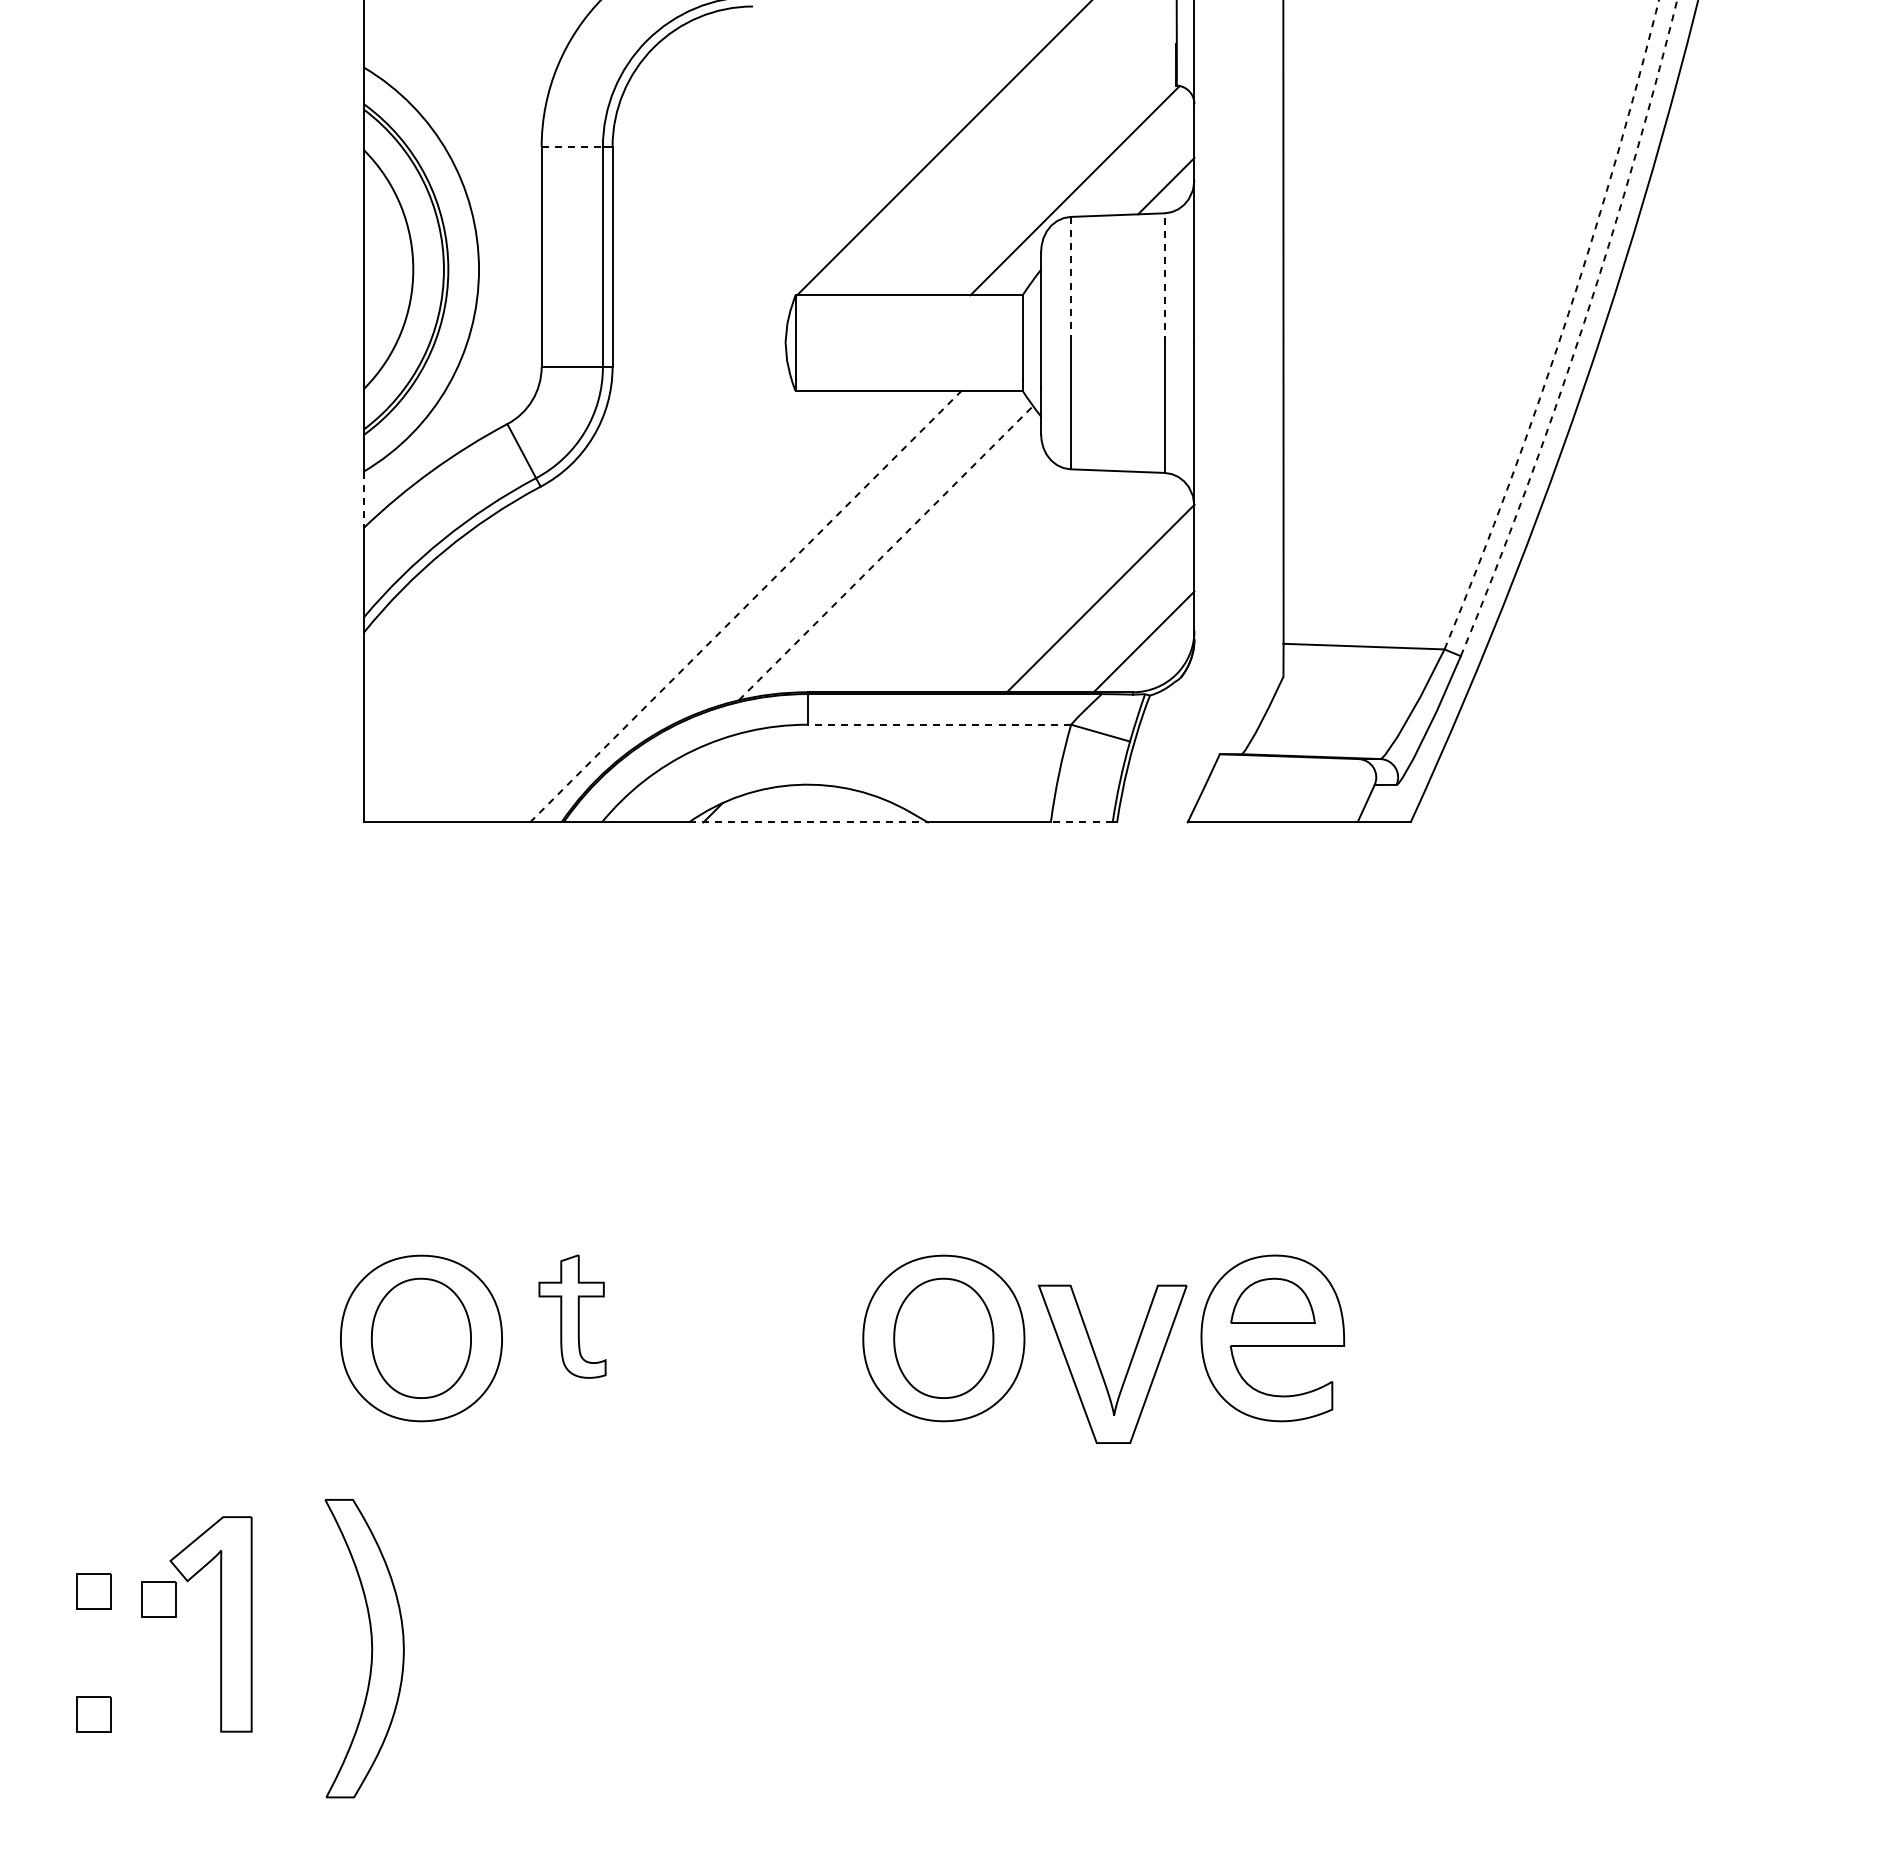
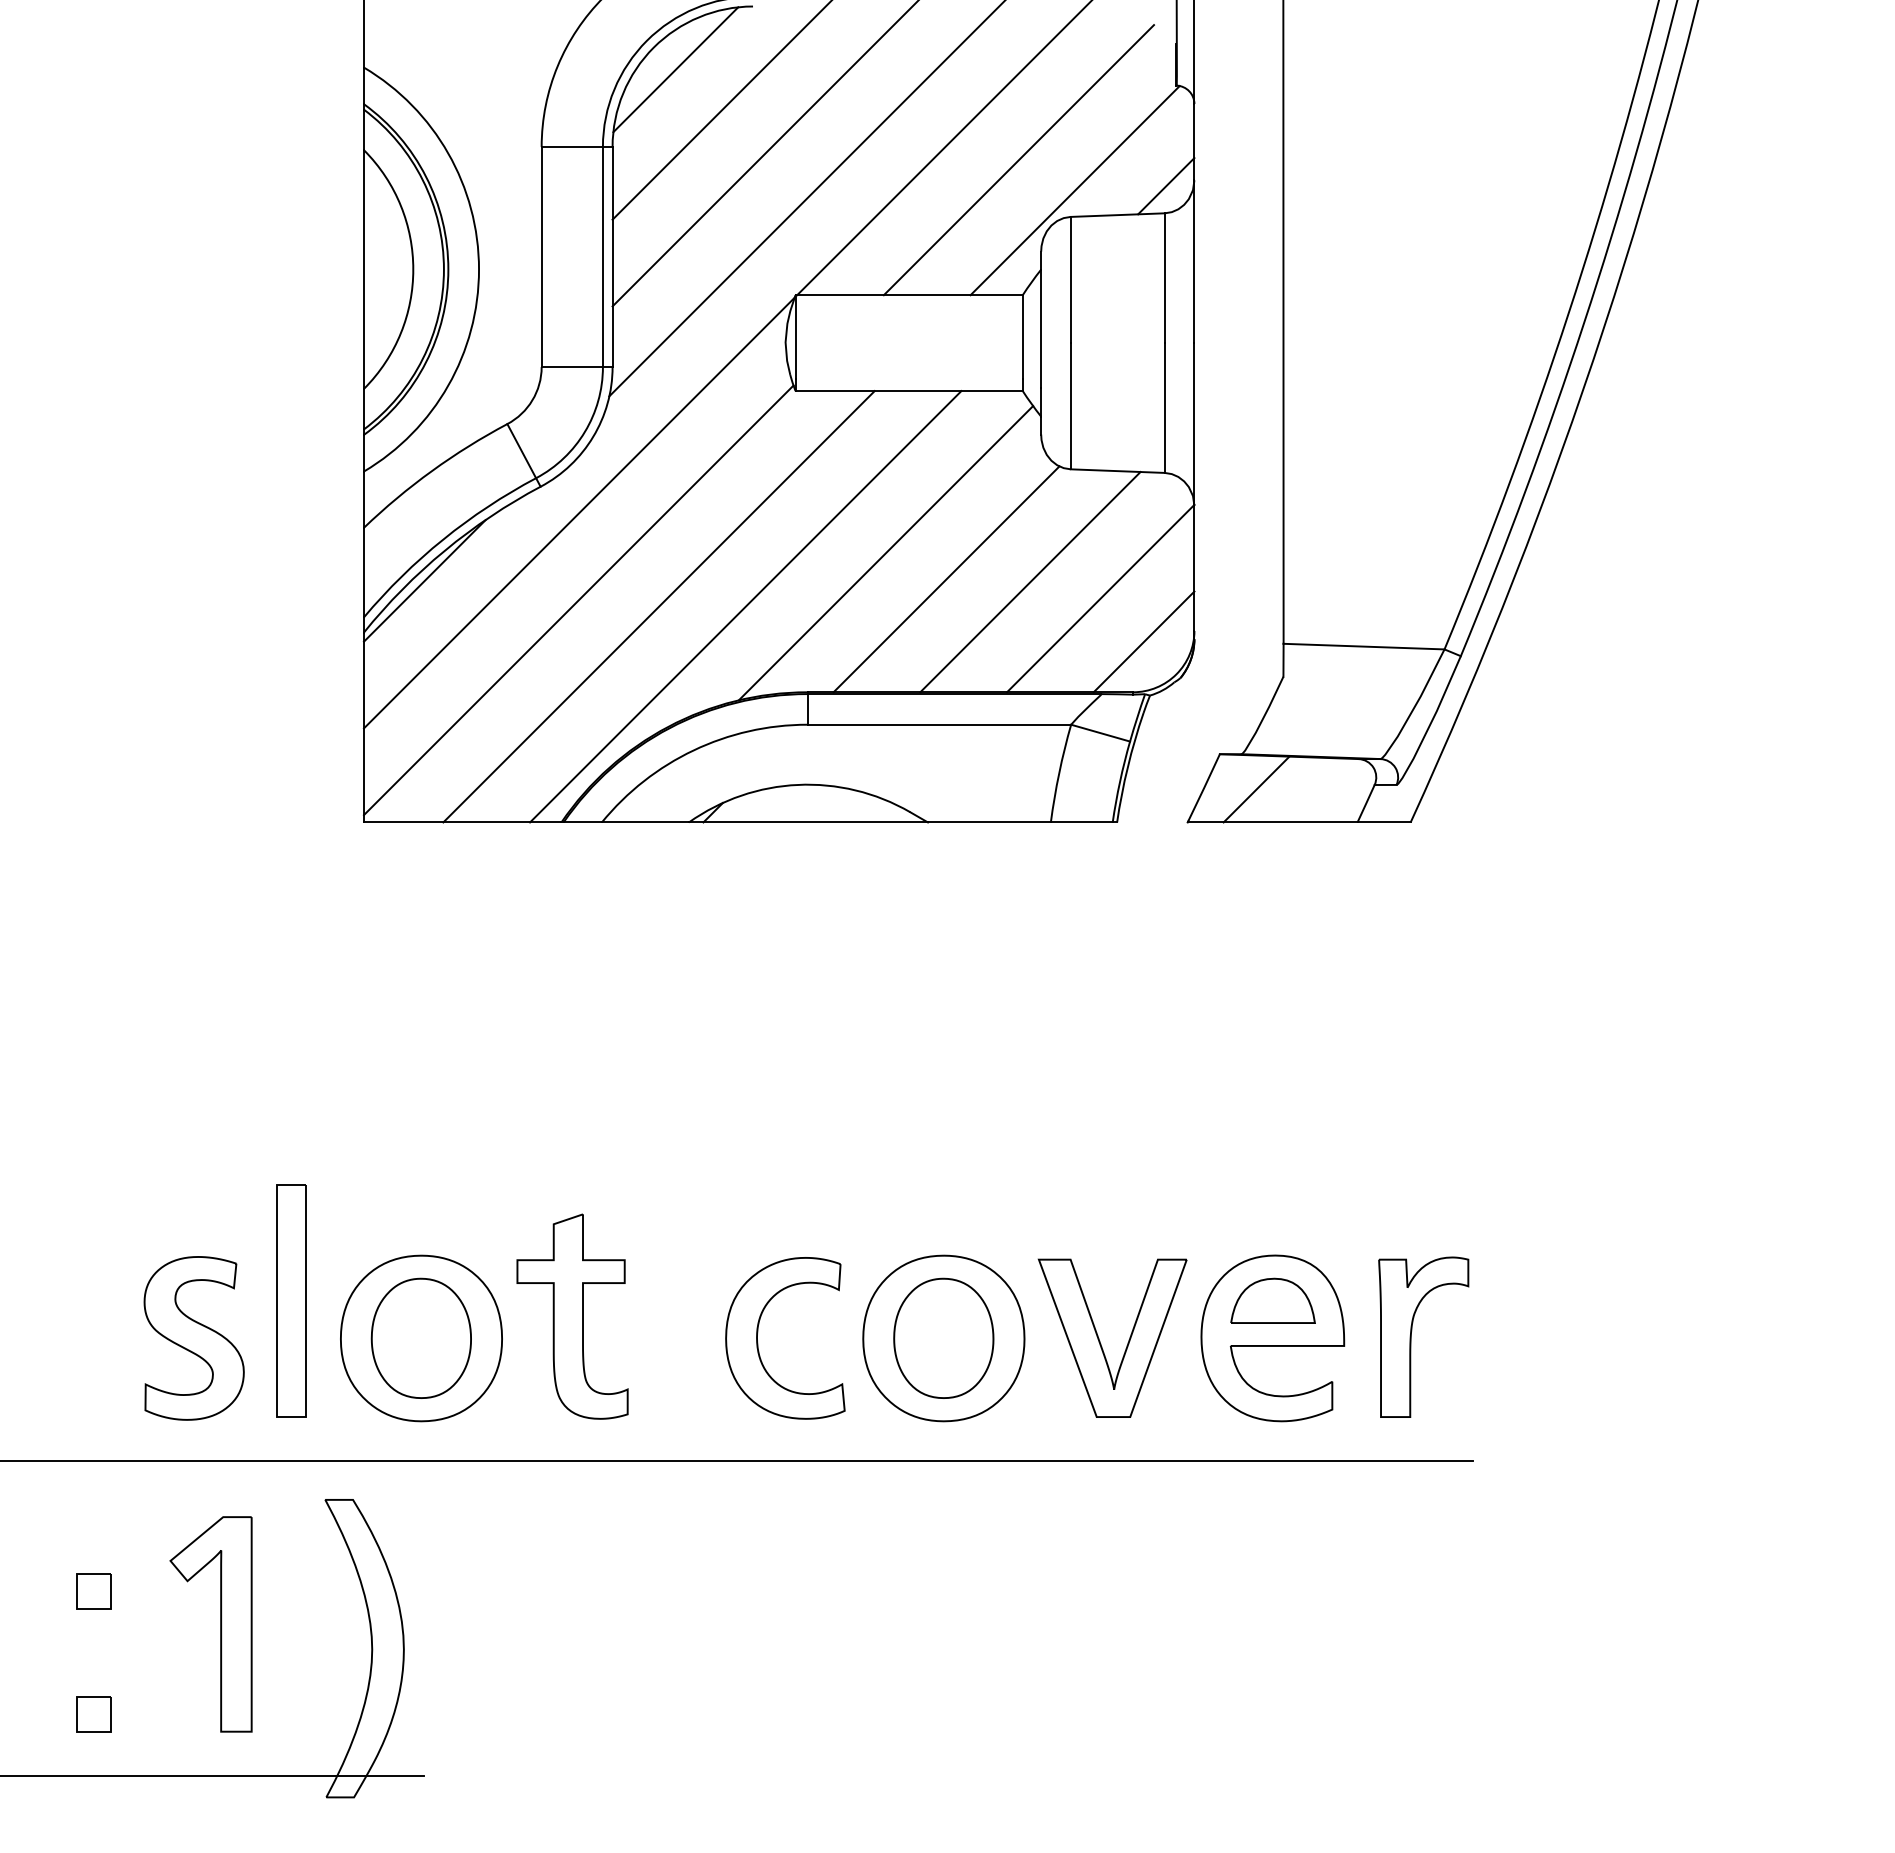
line at (675, 69): none -> present
line at (721, 110): none -> present
line at (572, 146): dashed -> solid
line at (764, 154): none -> present
line at (1018, 160): none -> present
line at (806, 199): none -> present
line at (1164, 278): dashed -> solid
line at (1070, 280): dashed -> solid
arc at (1563, 327): dashed -> solid
arc at (1581, 331): dashed -> solid
line at (363, 500): dashed -> solid
line at (578, 512): none -> present
line at (886, 552): dashed -> solid
line at (946, 579): none -> present
line at (424, 580): none -> present
line at (1030, 582): none -> present
line at (578, 600): none -> present
line at (658, 606): none -> present
line at (746, 606): dashed -> solid
line at (939, 724): dashed -> solid
line at (1256, 789): none -> present
line at (808, 822): dashed -> solid
line at (1081, 822): dashed -> solid
part at (291, 1300): none -> present
part at (572, 1316) size: 69x125 px -> 113x207 px
part at (1411, 1336): none -> present
part at (193, 1338): none -> present
part at (758, 1342): none -> present
part at (1101, 1369) position: (1101, 1369) -> (1101, 1343)
line at (737, 1460): none -> present
part at (158, 1599): present -> none
line at (213, 1775): none -> present
